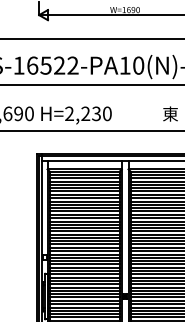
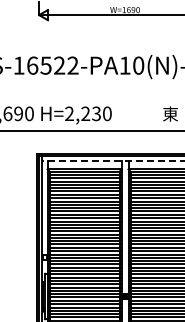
line at (91, 38): present -> none
line at (91, 84): present -> none
line at (112, 160): solid -> dashed
